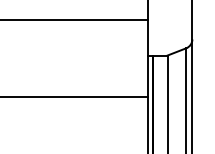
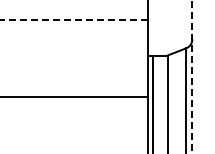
line at (74, 19): solid -> dashed
line at (192, 77): solid -> dashed
